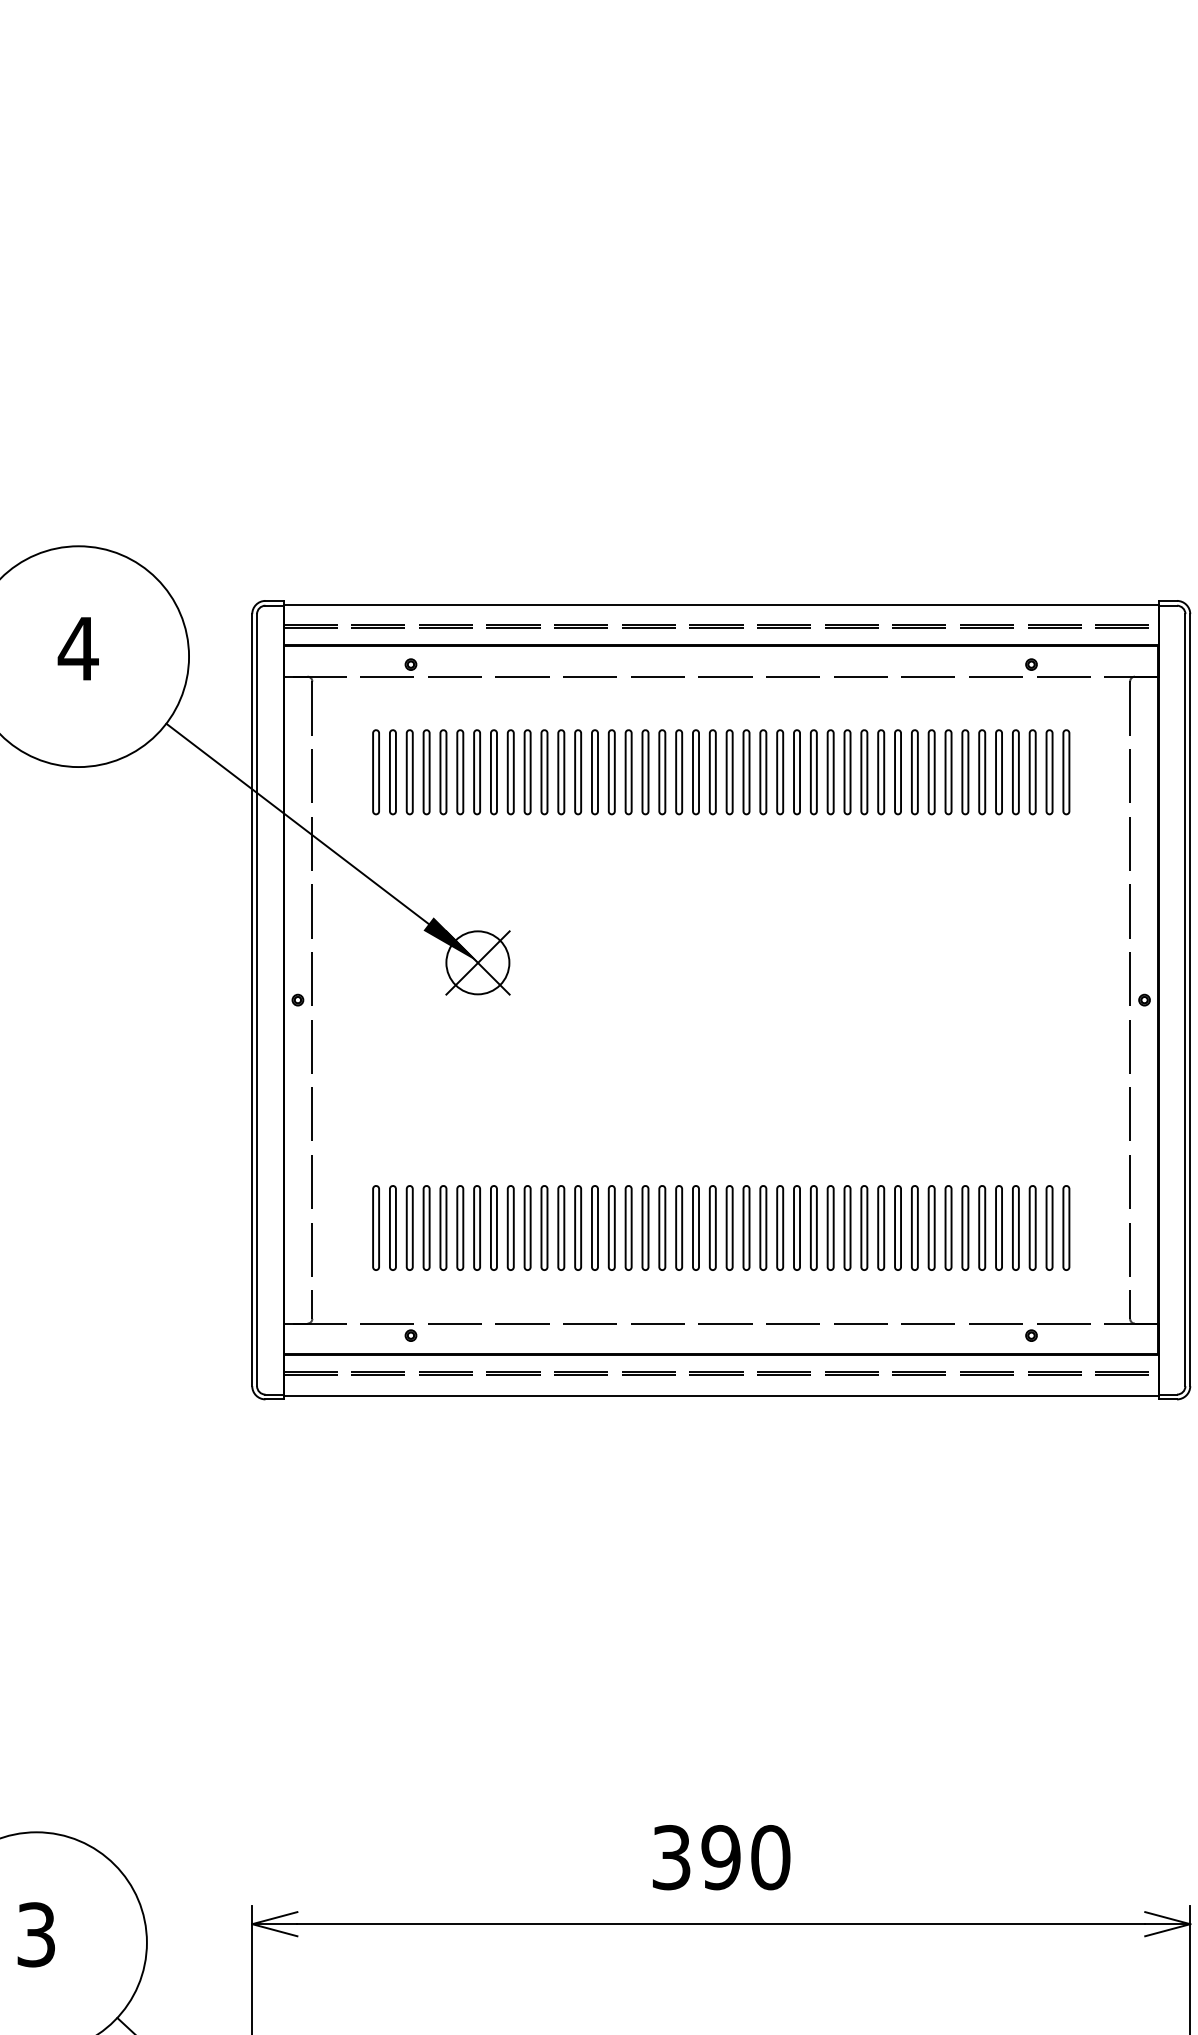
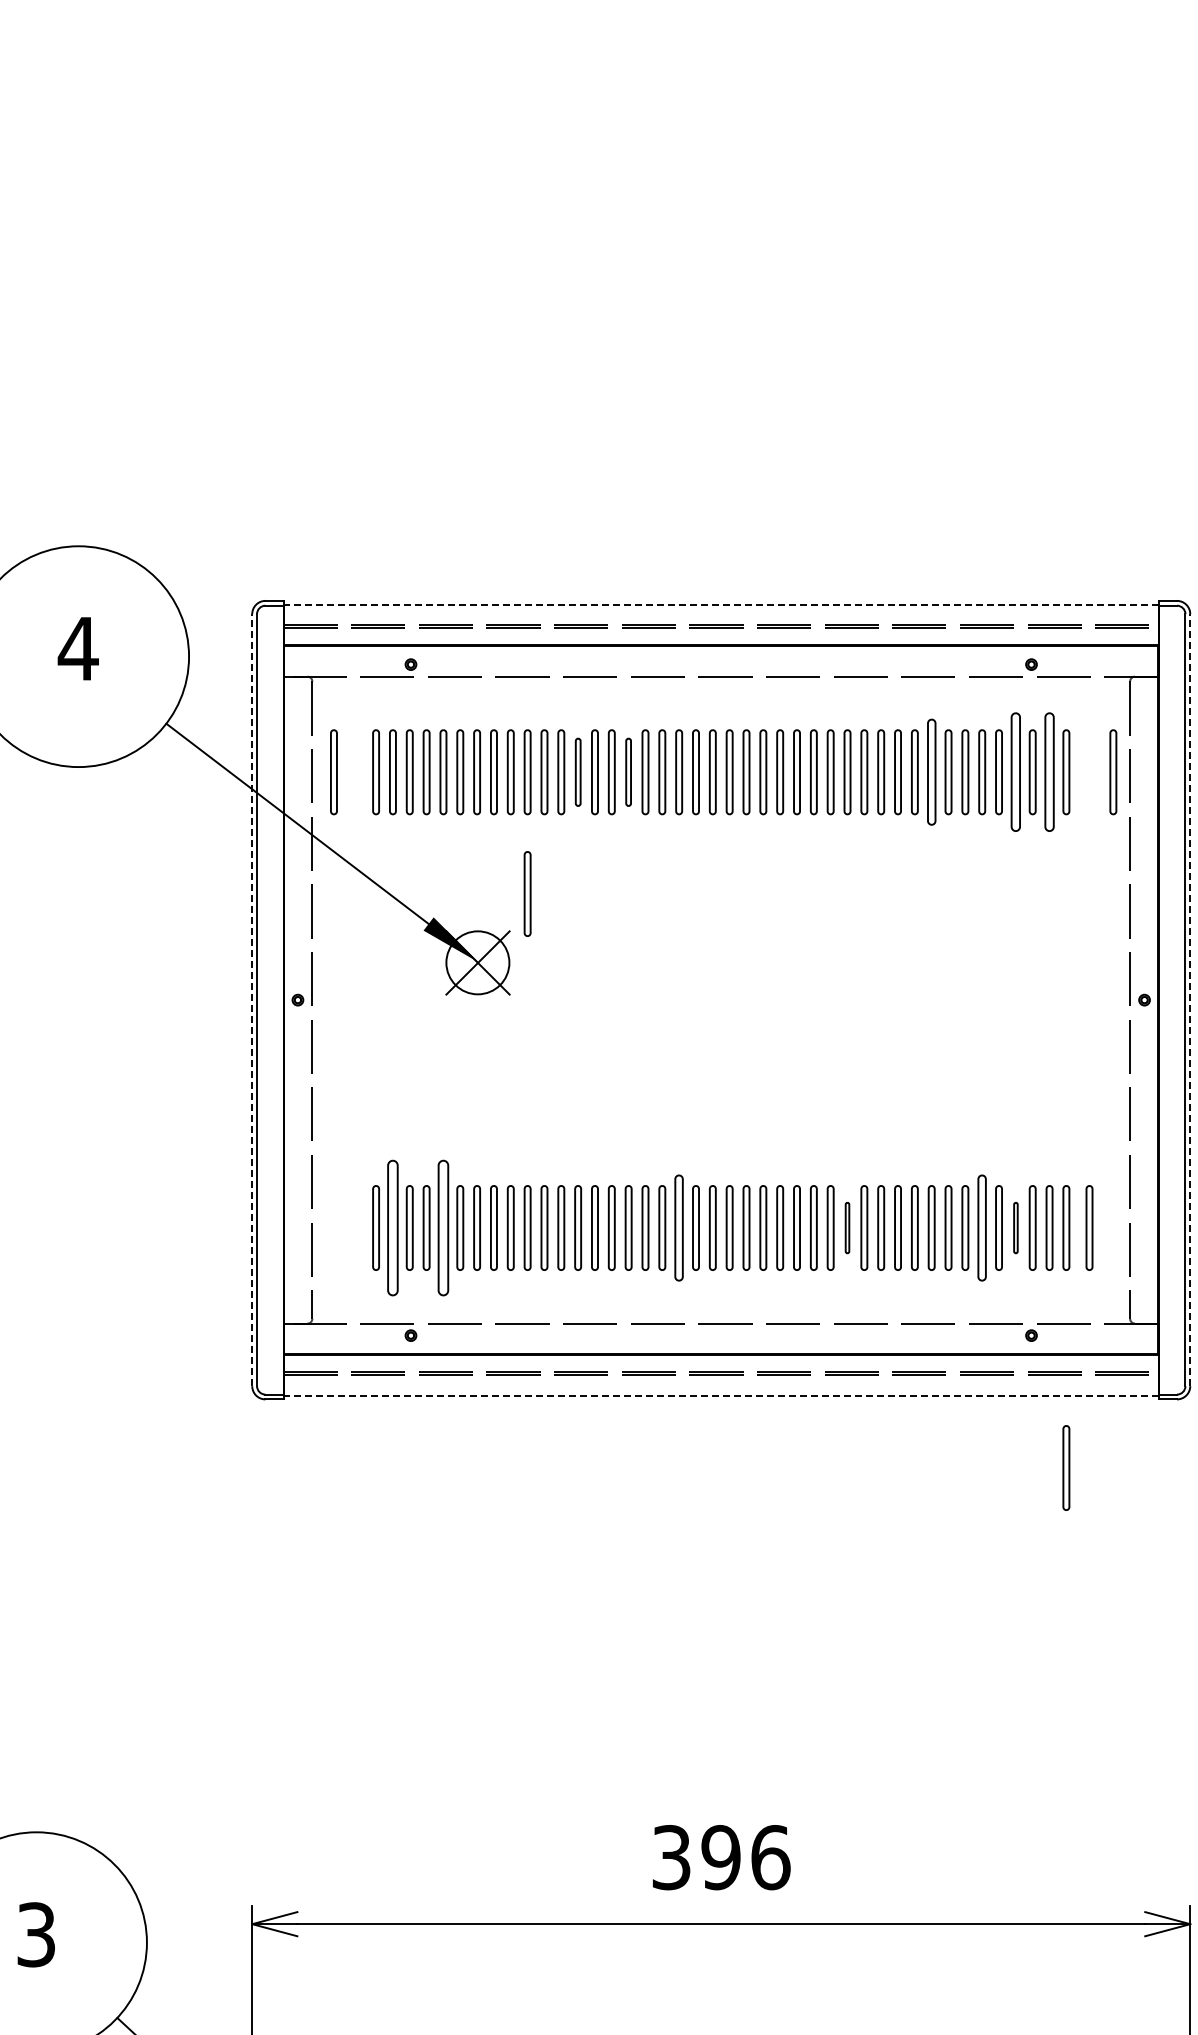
line at (721, 604): solid -> dashed
part at (333, 772): none -> present
part at (578, 772) size: 9x87 px -> 8x70 px
part at (628, 772) size: 9x87 px -> 7x70 px
part at (931, 772) size: 9x87 px -> 10x108 px
part at (1015, 772) size: 8x87 px -> 11x120 px
part at (1049, 772) size: 9x87 px -> 11x120 px
part at (1113, 772): none -> present
part at (527, 893): none -> present
line at (252, 999): solid -> dashed
line at (1190, 999): solid -> dashed
part at (392, 1227) size: 8x86 px -> 12x138 px
part at (443, 1227) size: 9x86 px -> 13x138 px
part at (679, 1227) size: 9x86 px -> 10x108 px
part at (847, 1227) size: 9x86 px -> 7x54 px
part at (982, 1227) size: 9x86 px -> 10x108 px
part at (1015, 1227) size: 8x86 px -> 6x53 px
part at (1089, 1227): none -> present
line at (721, 1395): solid -> dashed
part at (1066, 1467): none -> present
text at (770, 1857): 390 -> 396
